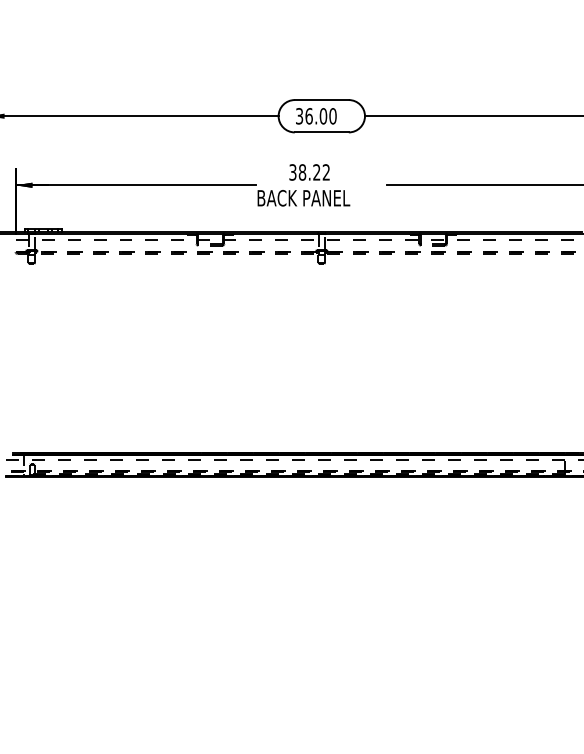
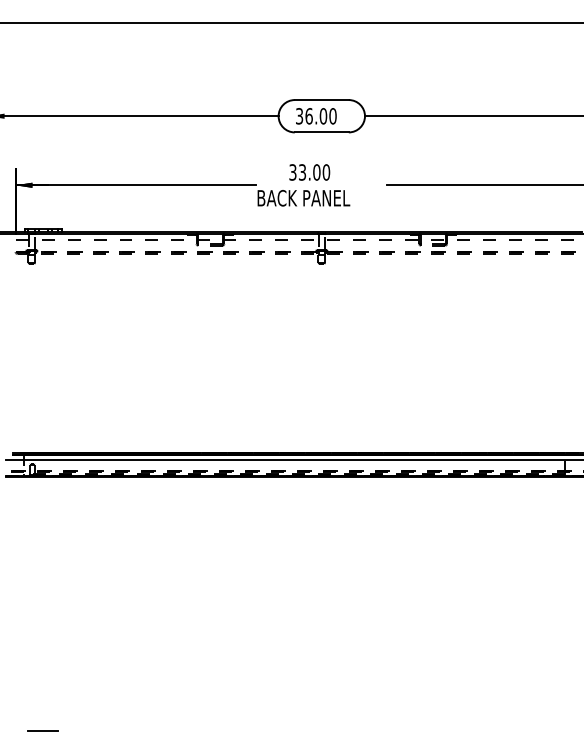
line at (291, 22): none -> present
text at (314, 172): 38.22 -> 33.00
line at (295, 459): dashed -> solid
line at (43, 731): none -> present
